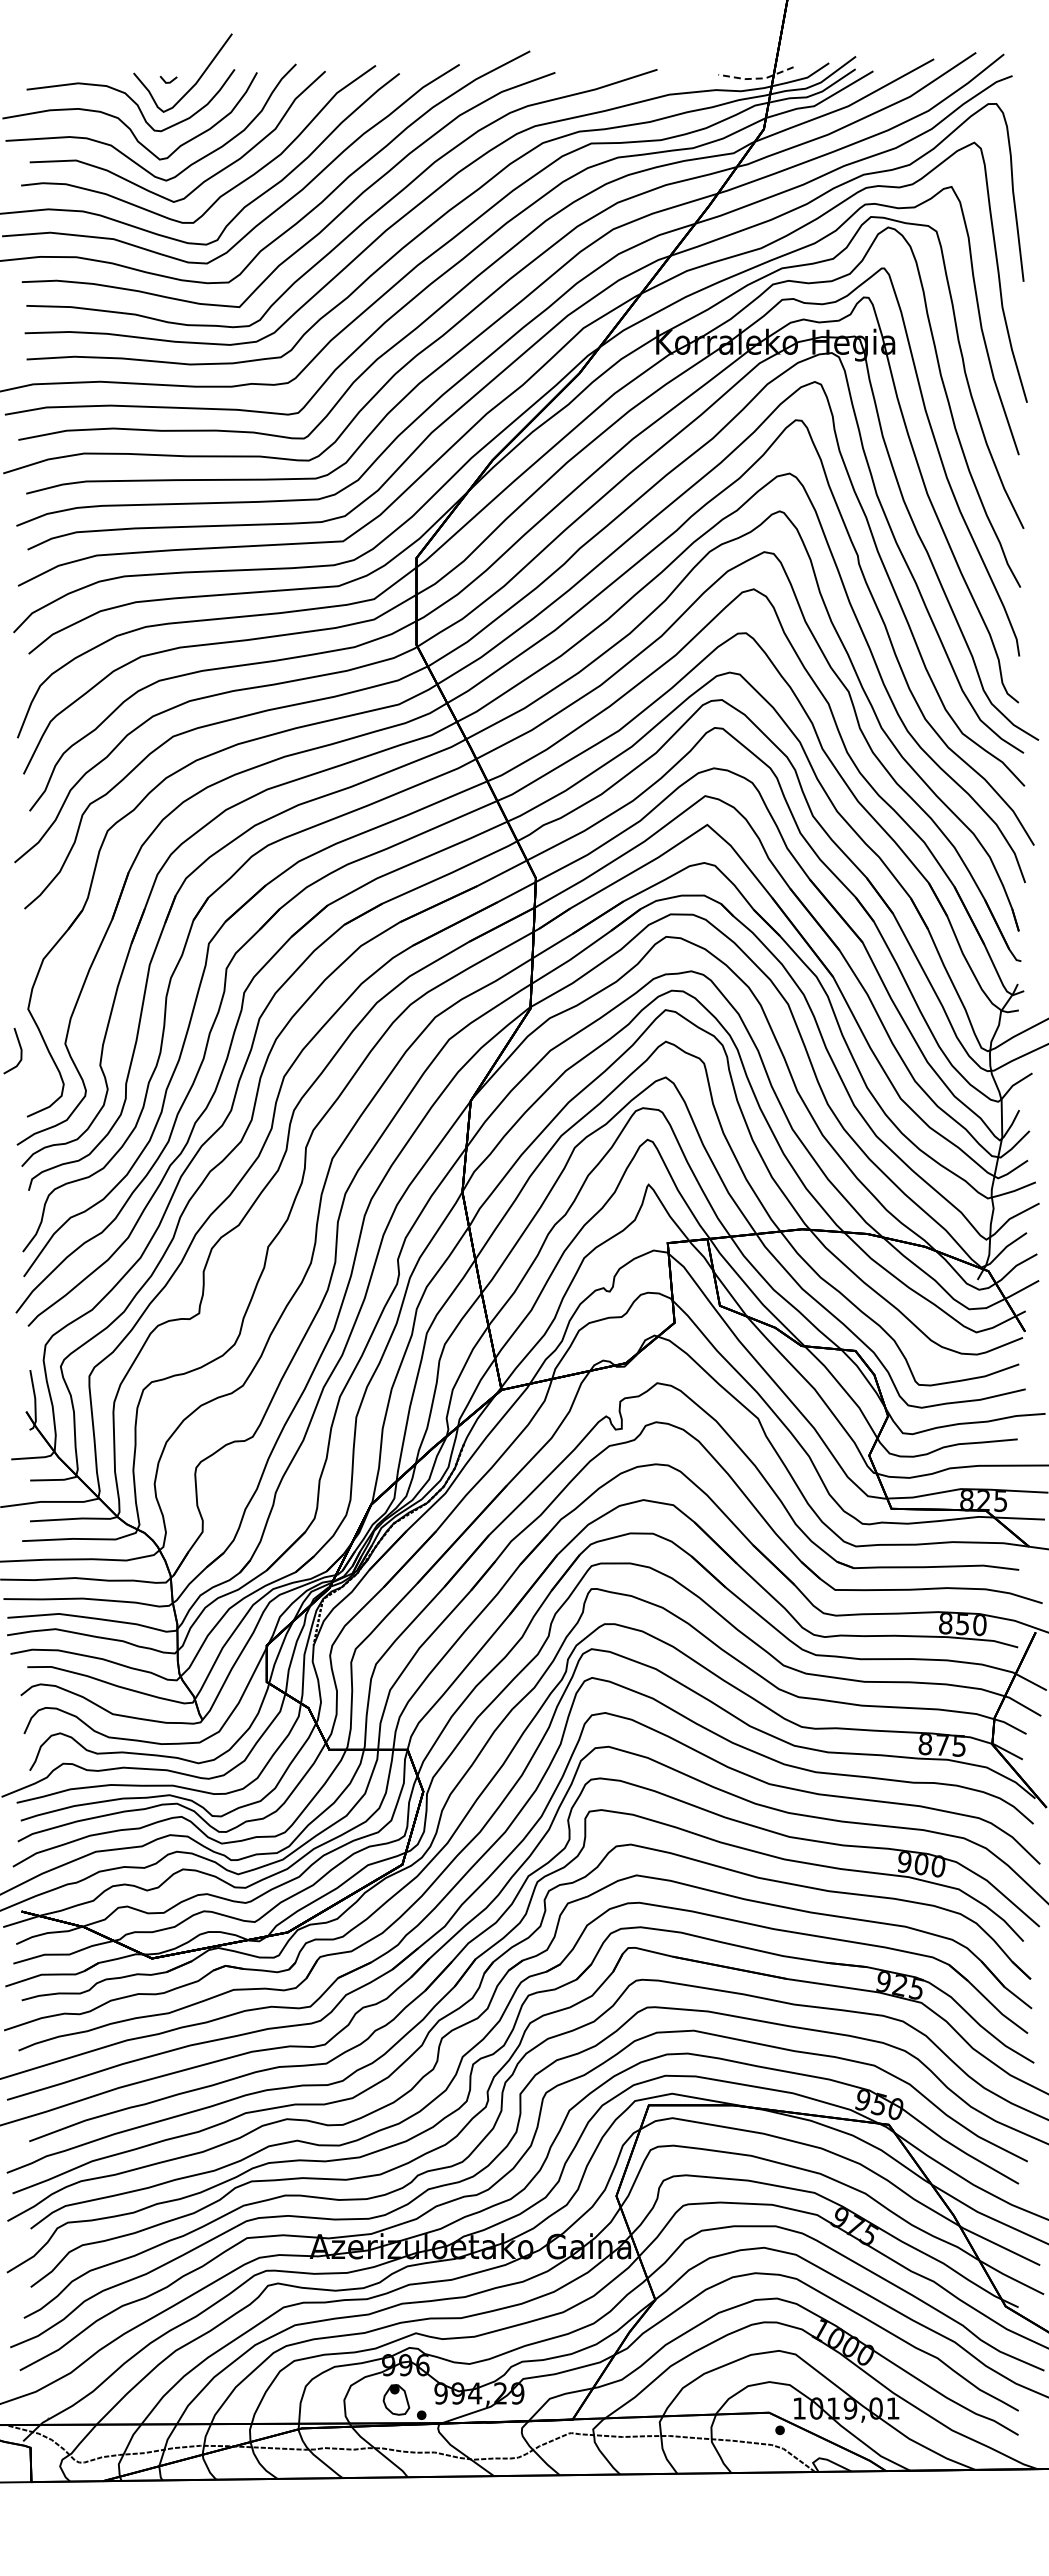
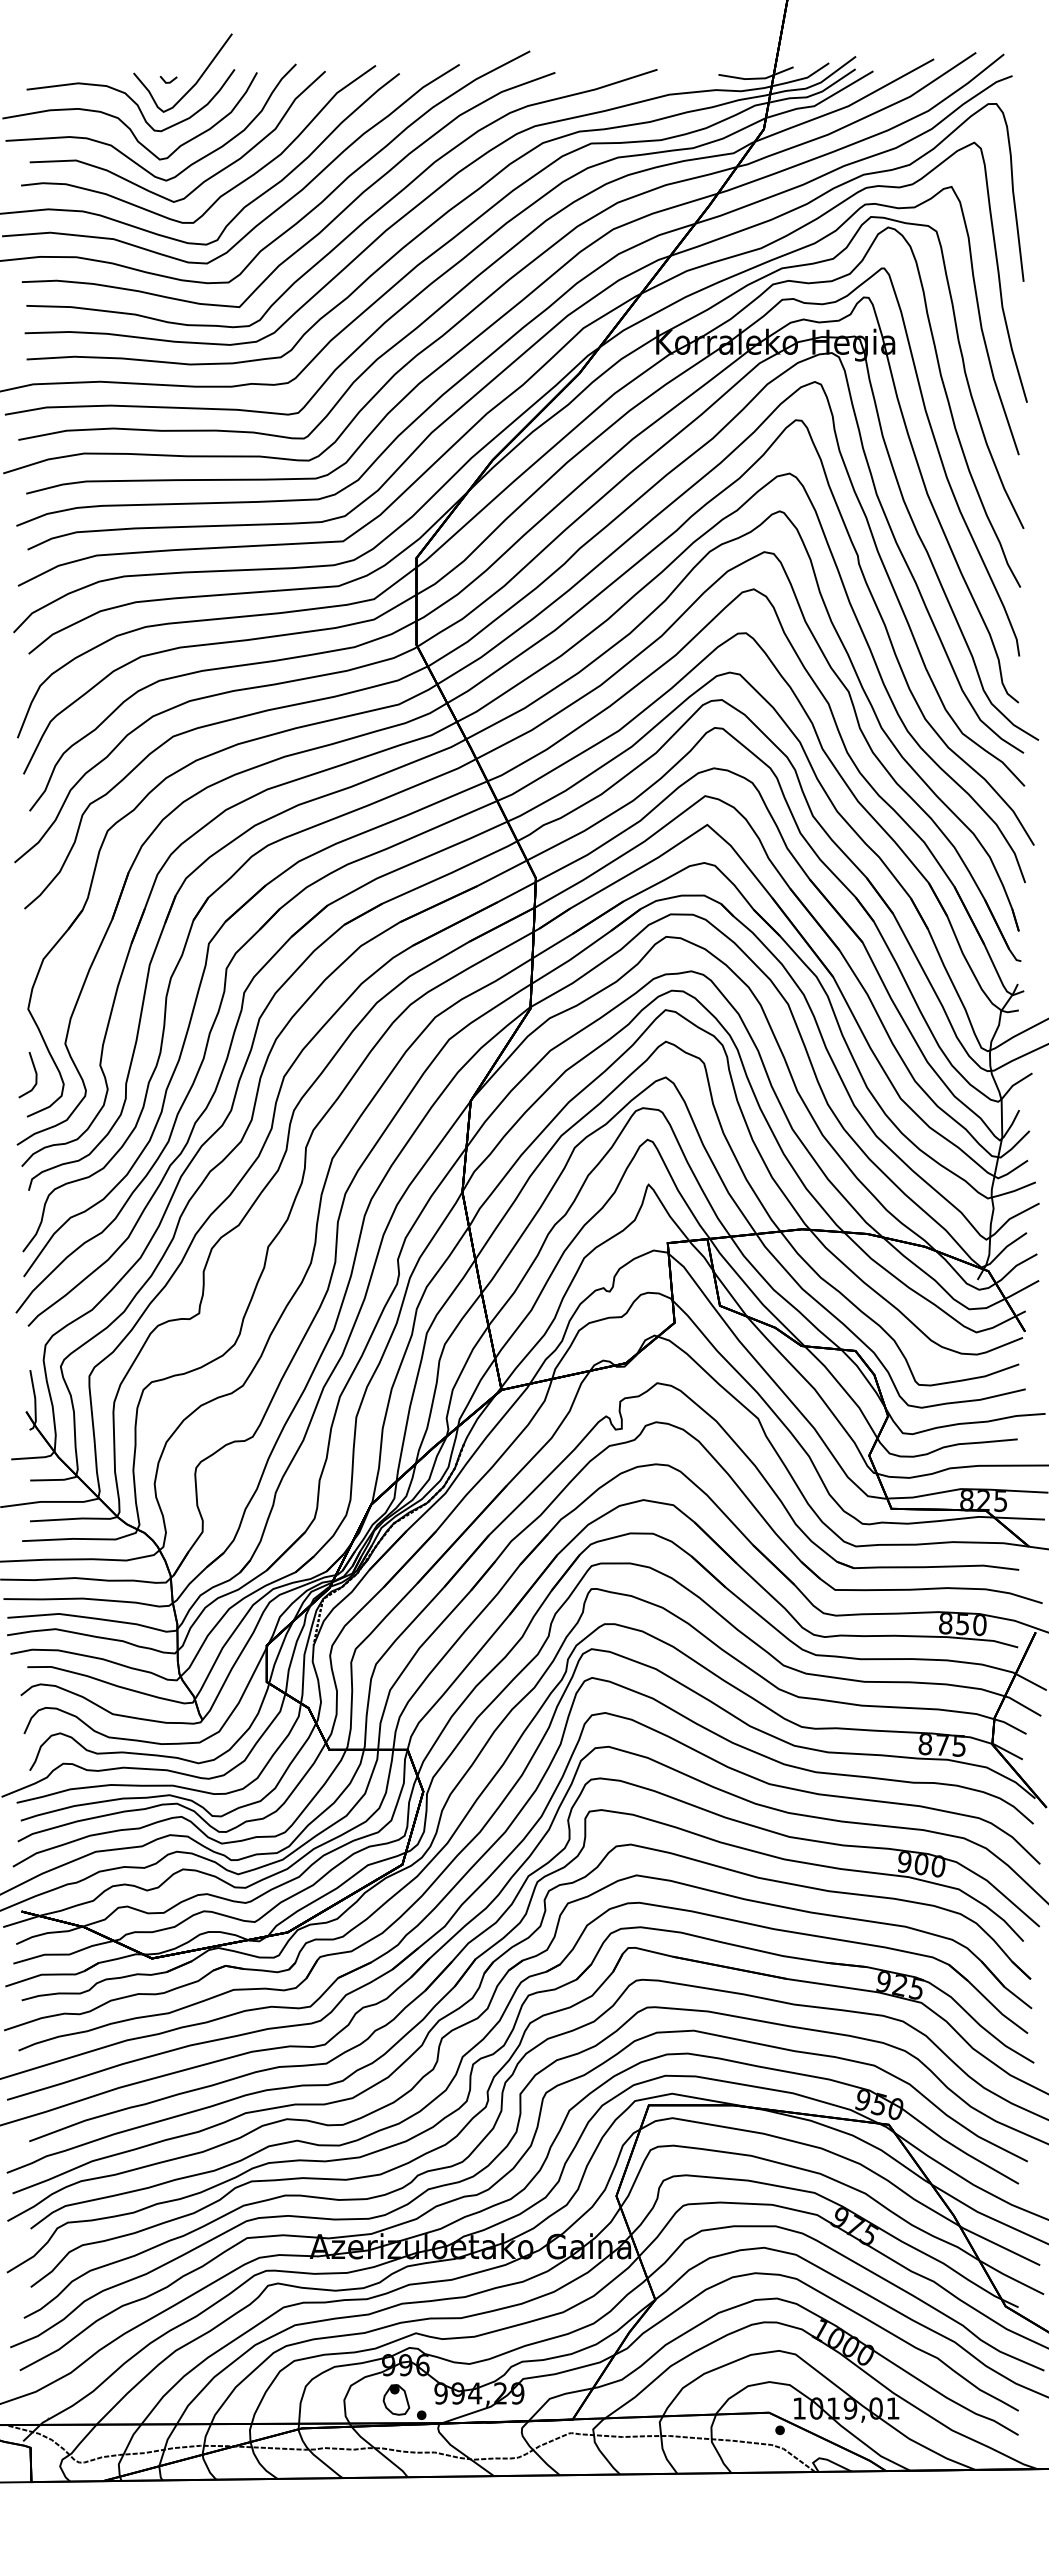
line at (756, 78): dashed -> solid
line at (20, 1051) position: (20, 1051) -> (35, 1075)
